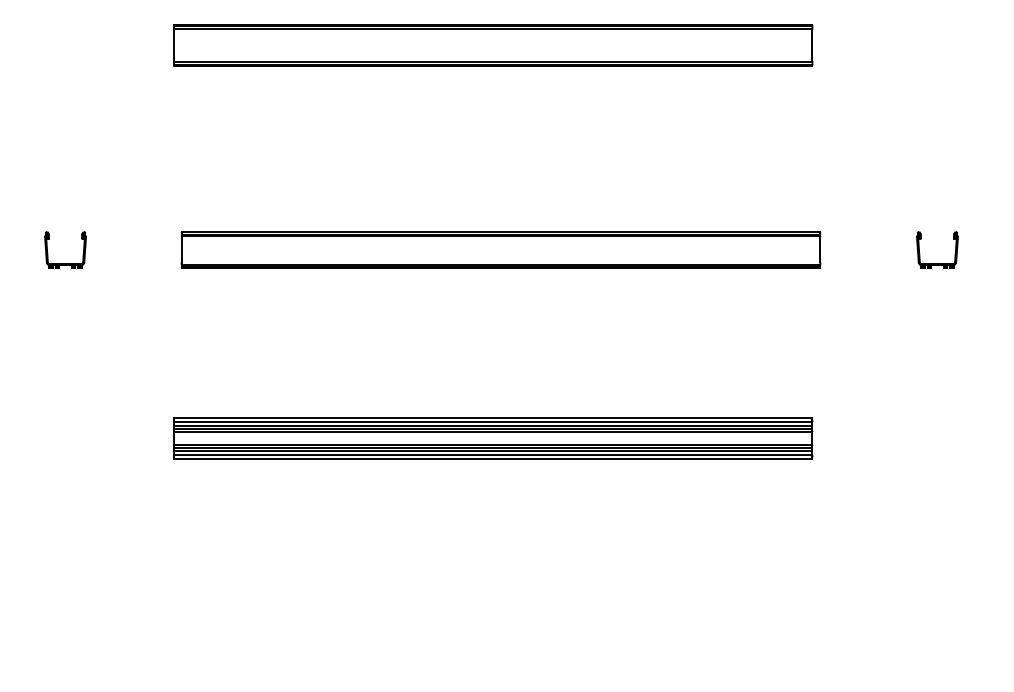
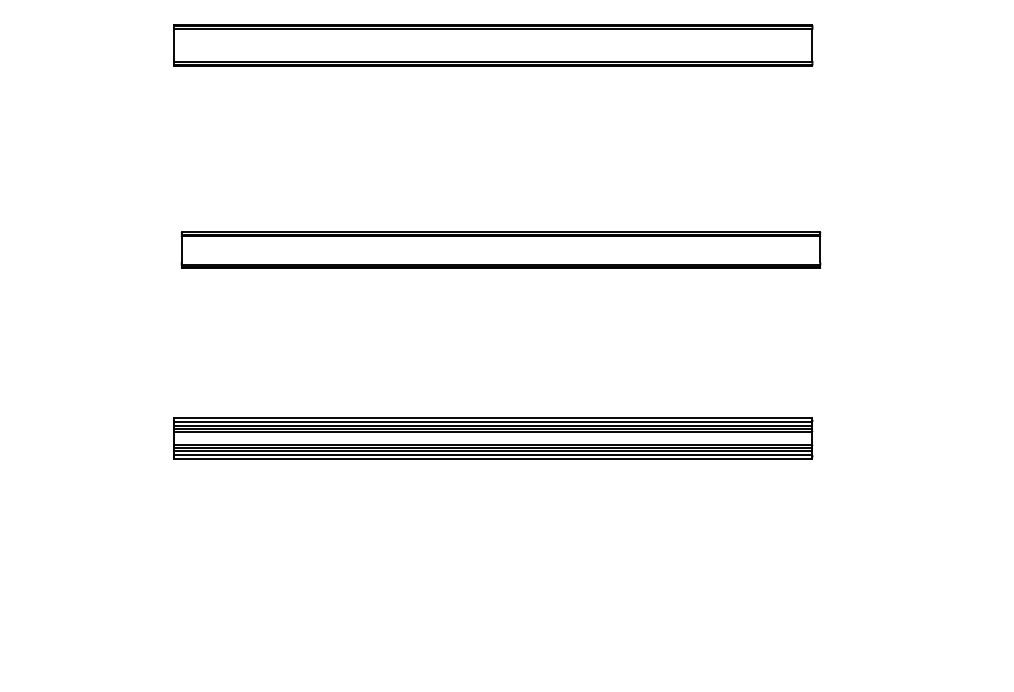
part at (65, 263): present -> none
part at (937, 263): present -> none
